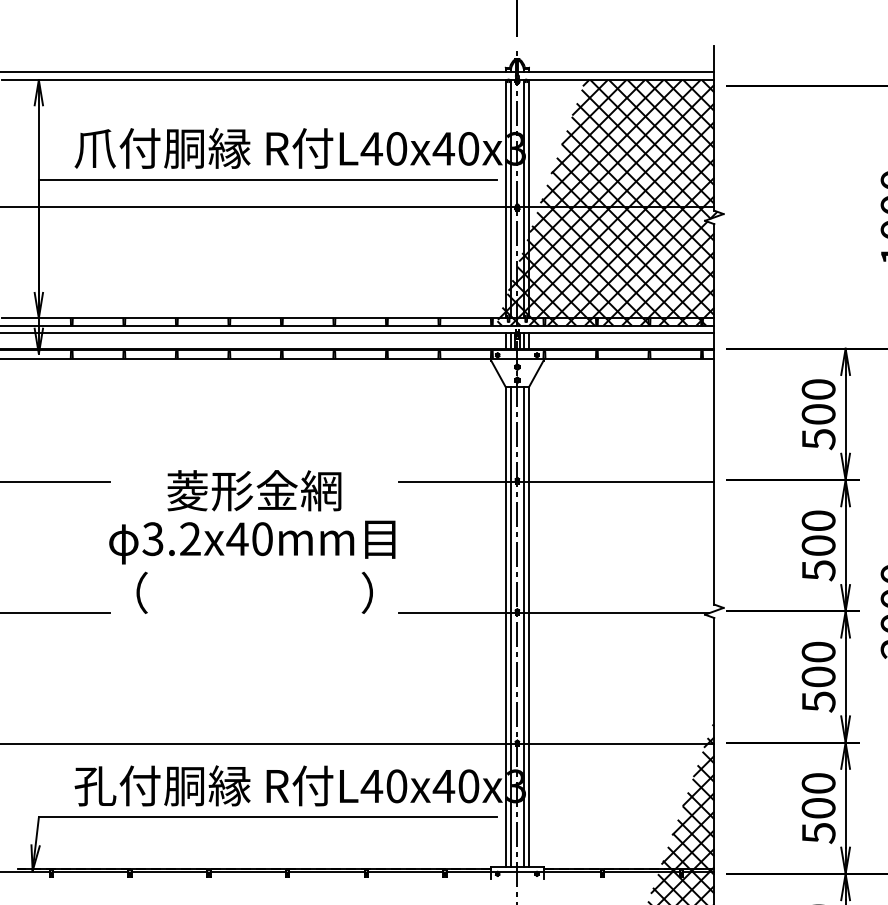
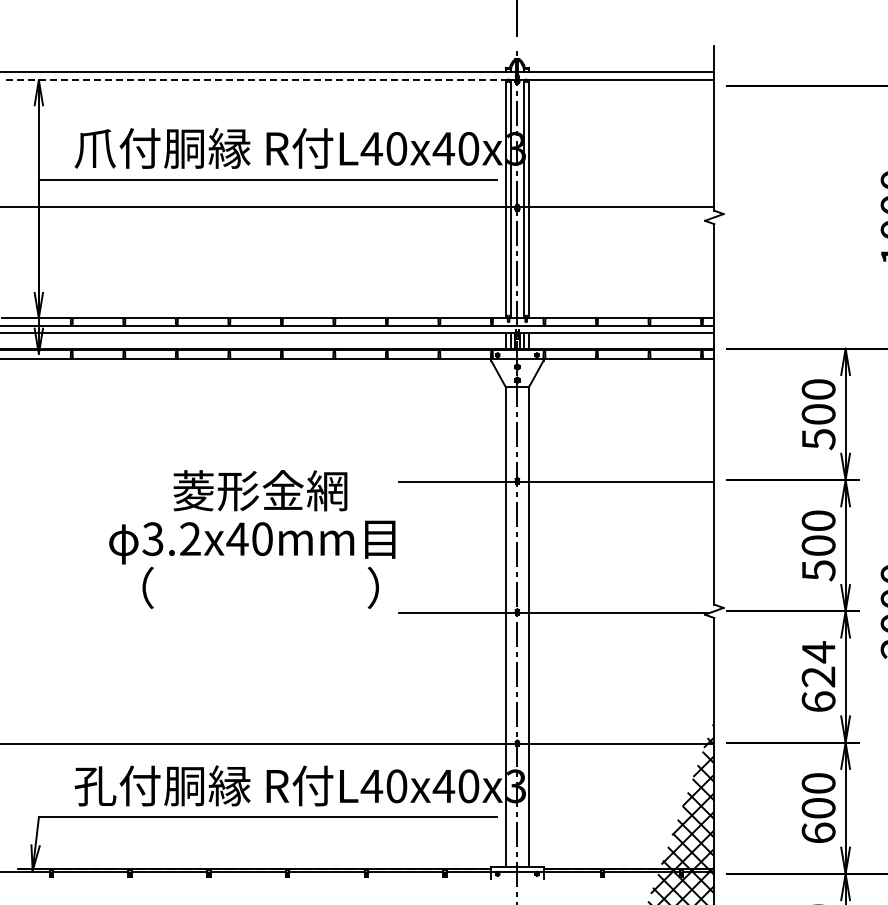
line at (254, 79): solid -> dashed
hatch at (607, 202): present -> none
line at (56, 481): present -> none
text at (254, 490) position: (254, 490) -> (260, 490)
text at (254, 592) position: (254, 592) -> (260, 587)
line at (56, 613): present -> none
line at (510, 626): present -> none
line at (523, 626): present -> none
text at (818, 676): 500 -> 624
text at (818, 833): 500 -> 600
